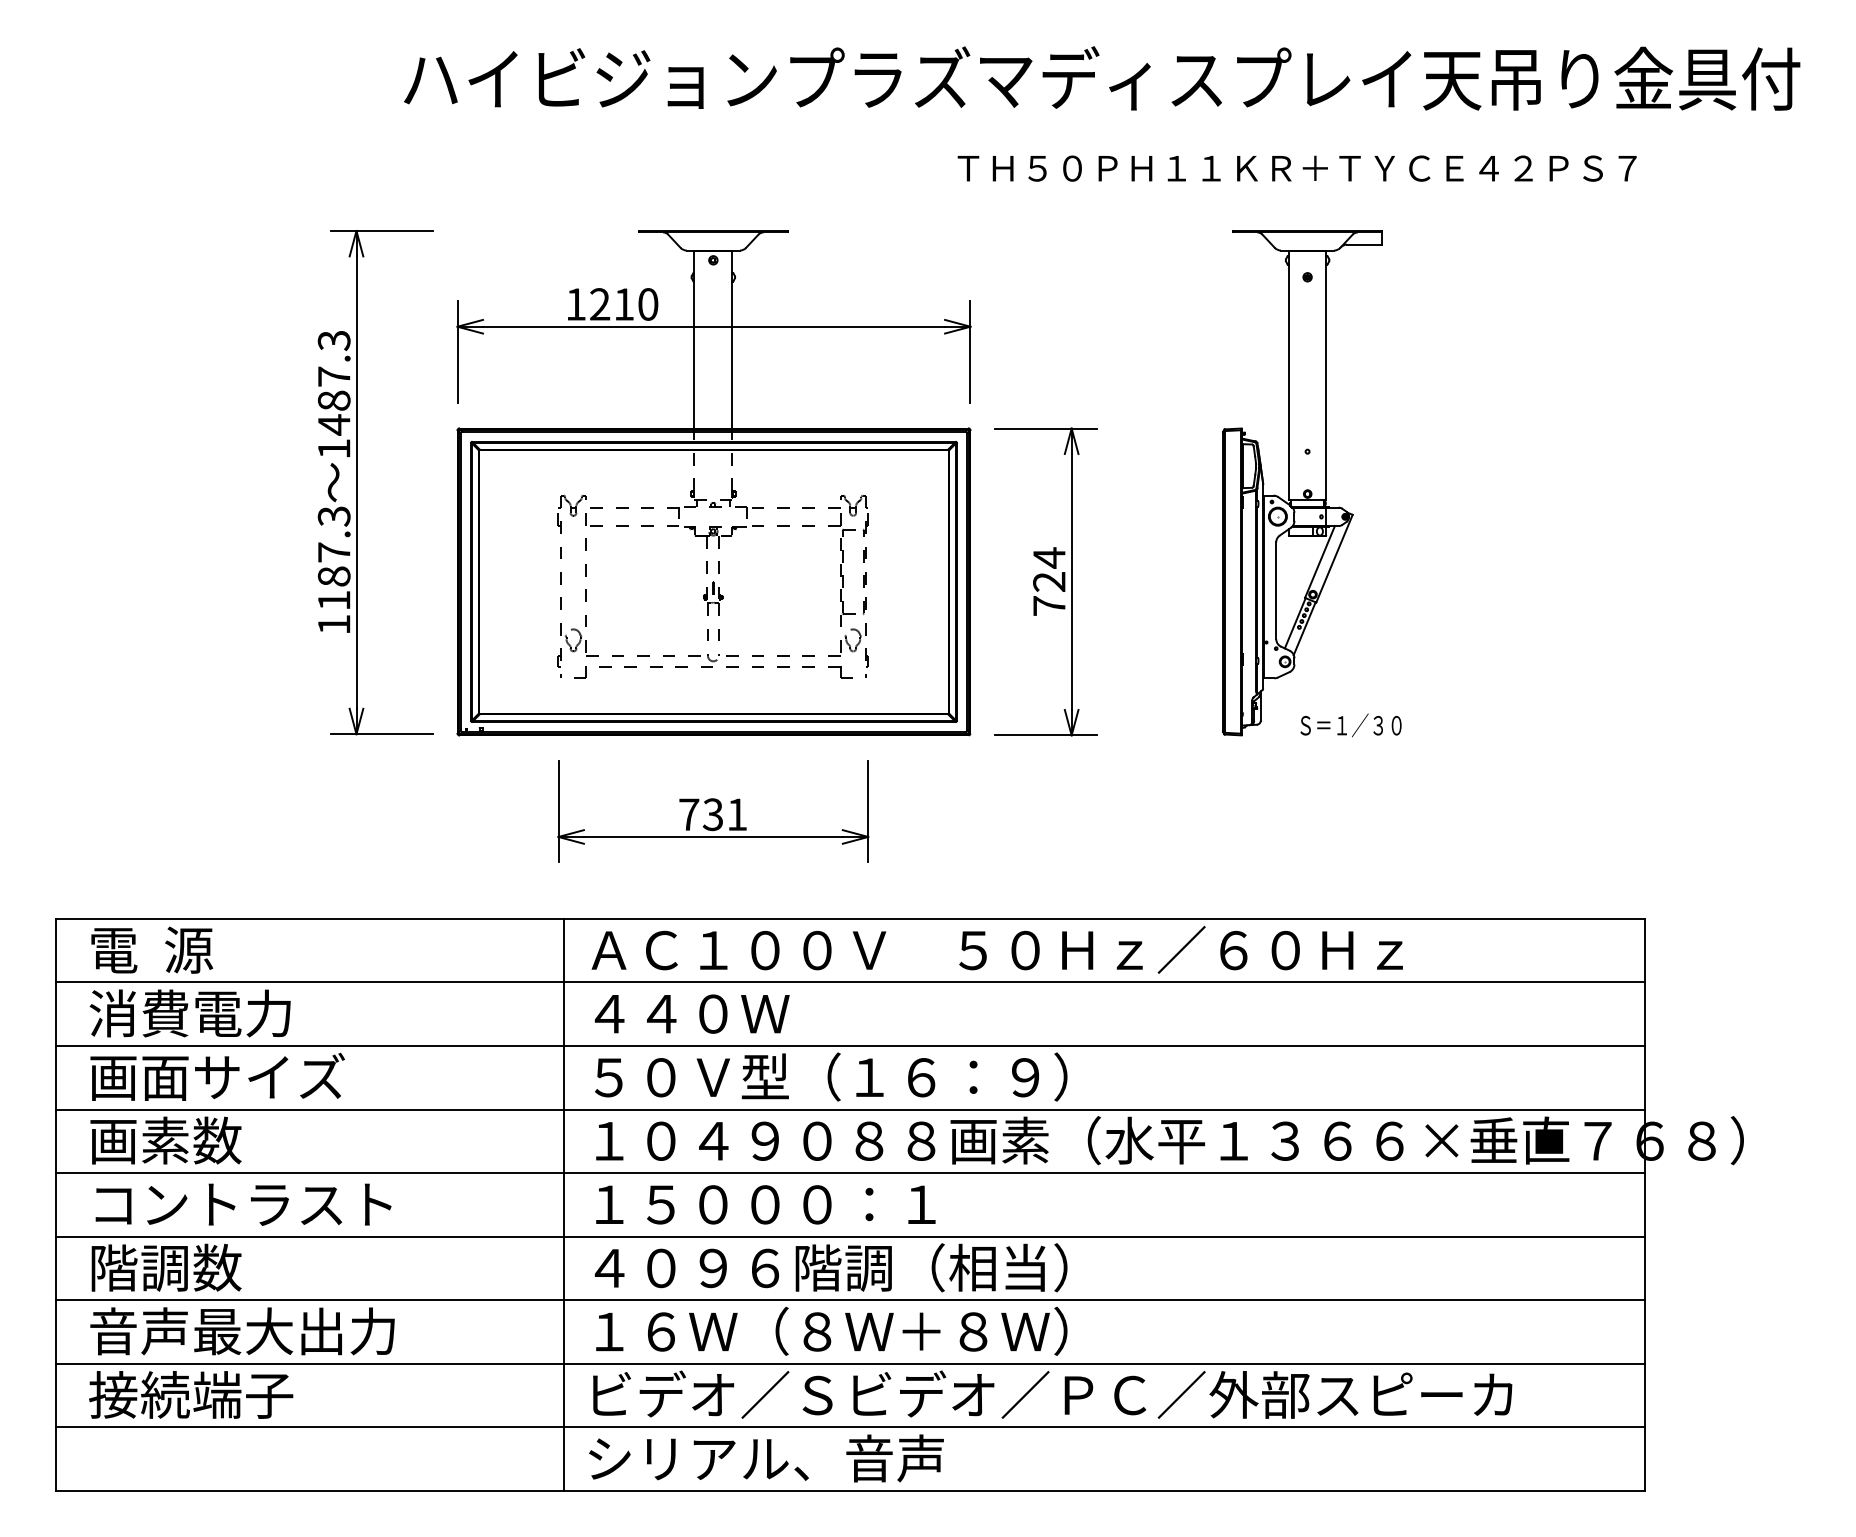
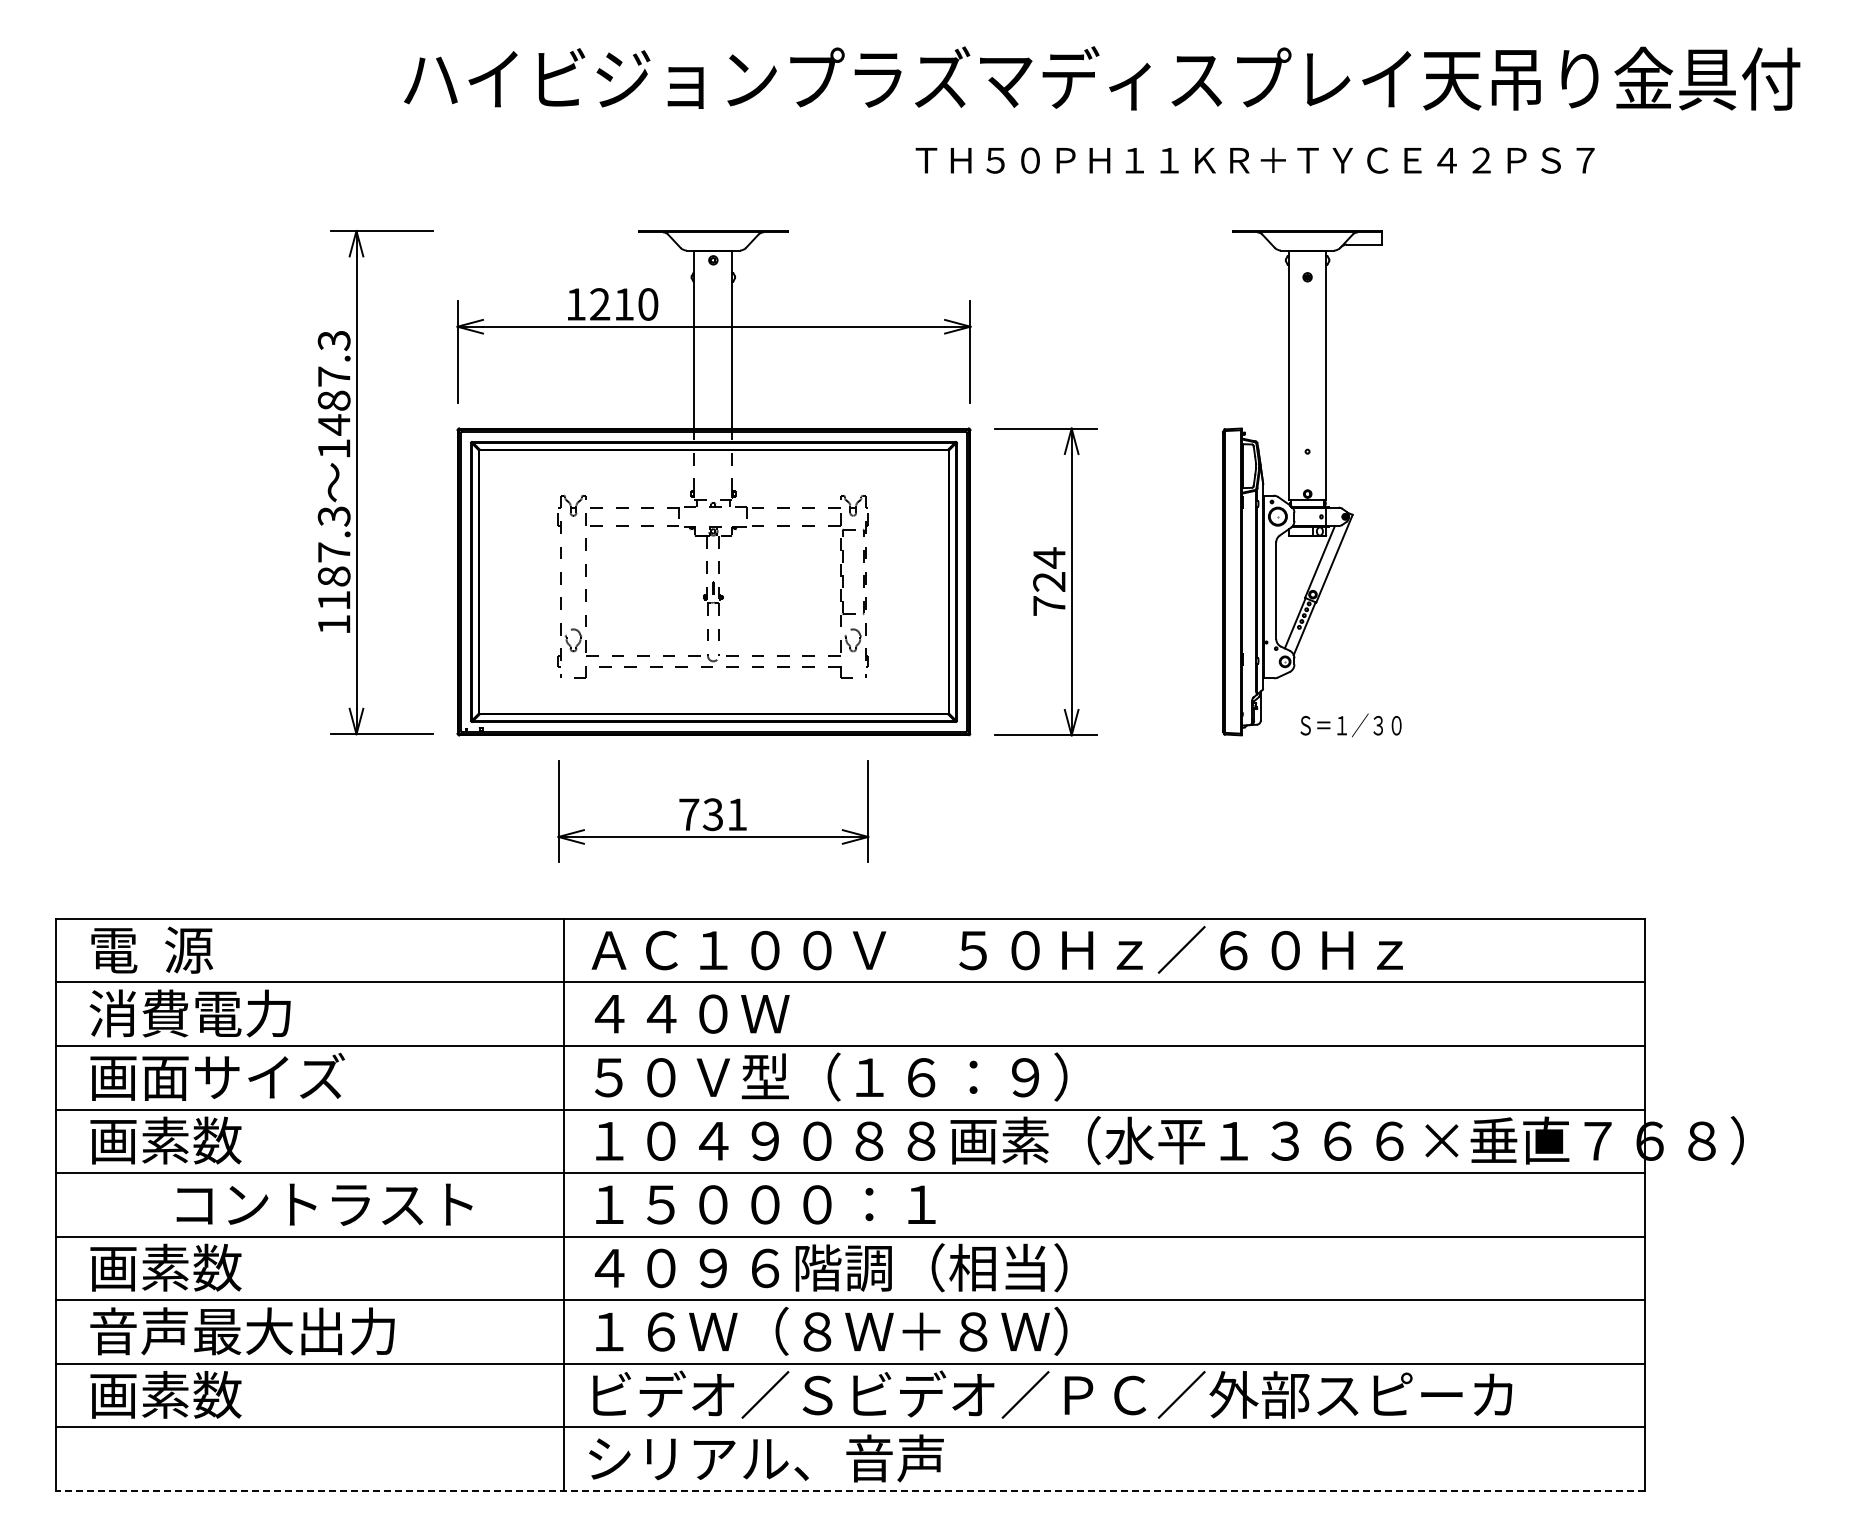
text at (1296, 168) position: (1296, 168) -> (1254, 160)
text at (243, 1204) position: (243, 1204) -> (324, 1204)
text at (139, 1267): 階調数 -> 画素数
text at (191, 1394): 接続端子 -> 画素数
line at (850, 1490): solid -> dashed
